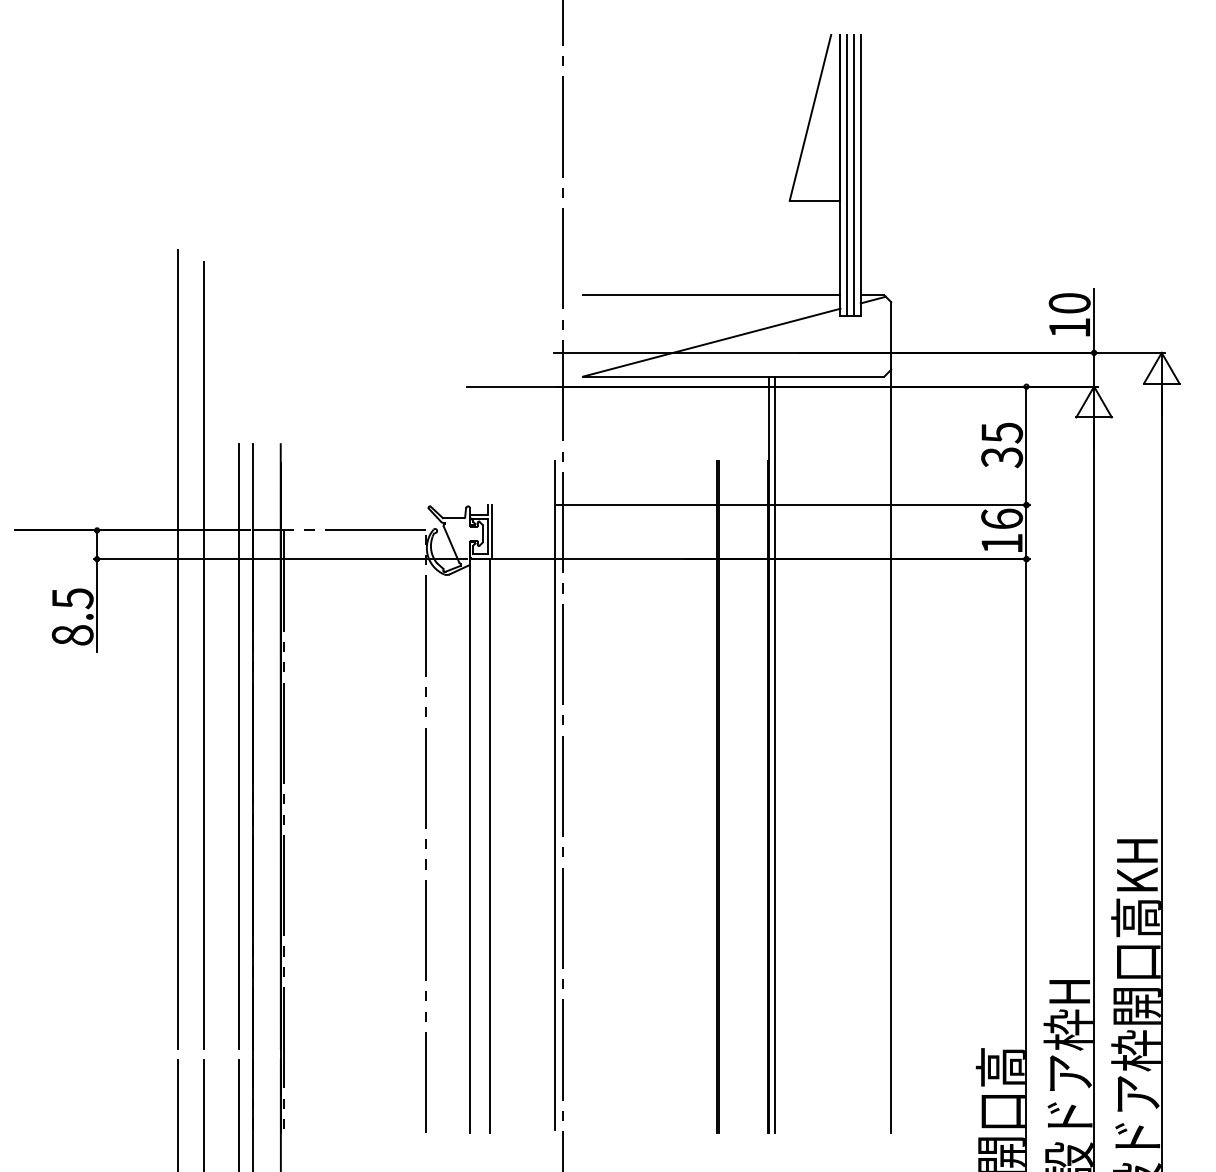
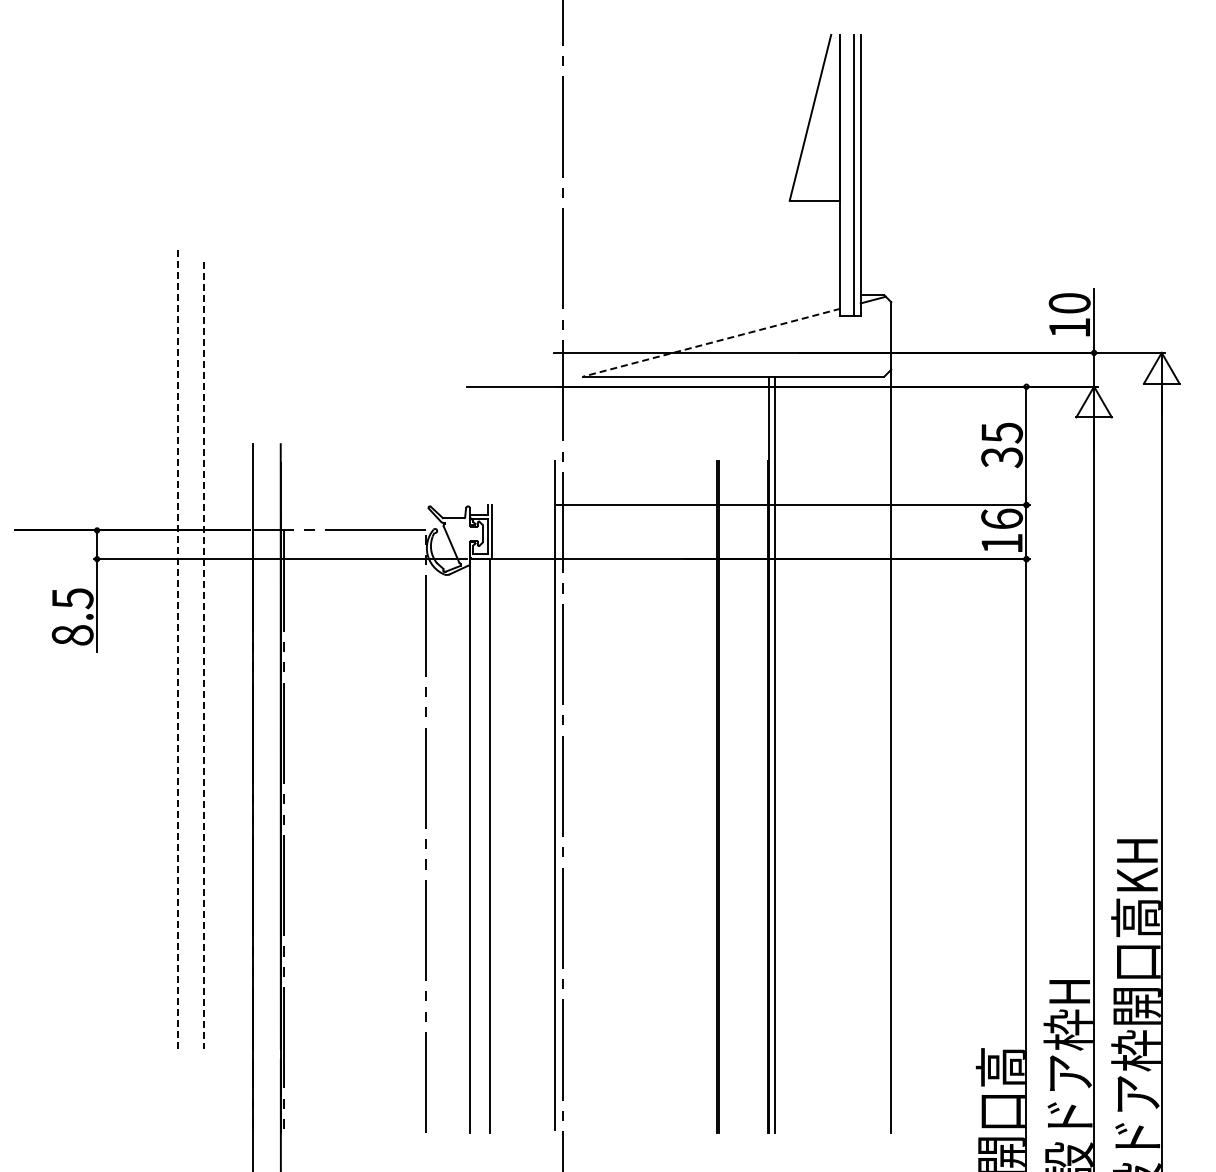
line at (847, 174): present -> none
line at (711, 295): present -> none
line at (711, 342): solid -> dashed
line at (178, 649): solid -> dashed
line at (203, 655): solid -> dashed
line at (239, 746): present -> none
line at (178, 1113): present -> none
line at (203, 1113): present -> none
line at (239, 1113): present -> none
